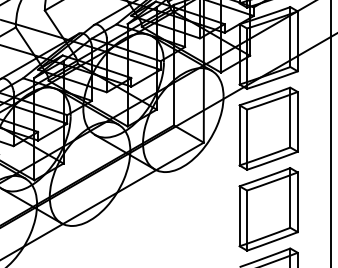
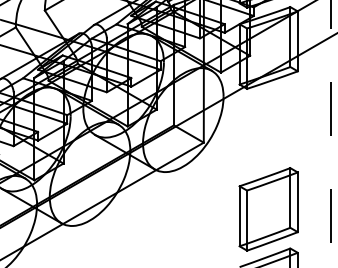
part at (268, 128): present -> none
line at (330, 133): solid -> dashed
